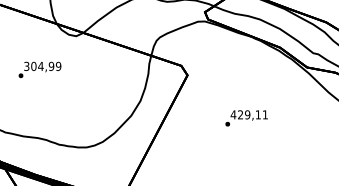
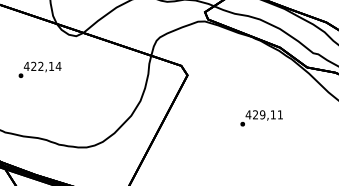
text at (42, 65): 304,99 -> 422,14
text at (246, 118) position: (246, 118) -> (261, 118)
